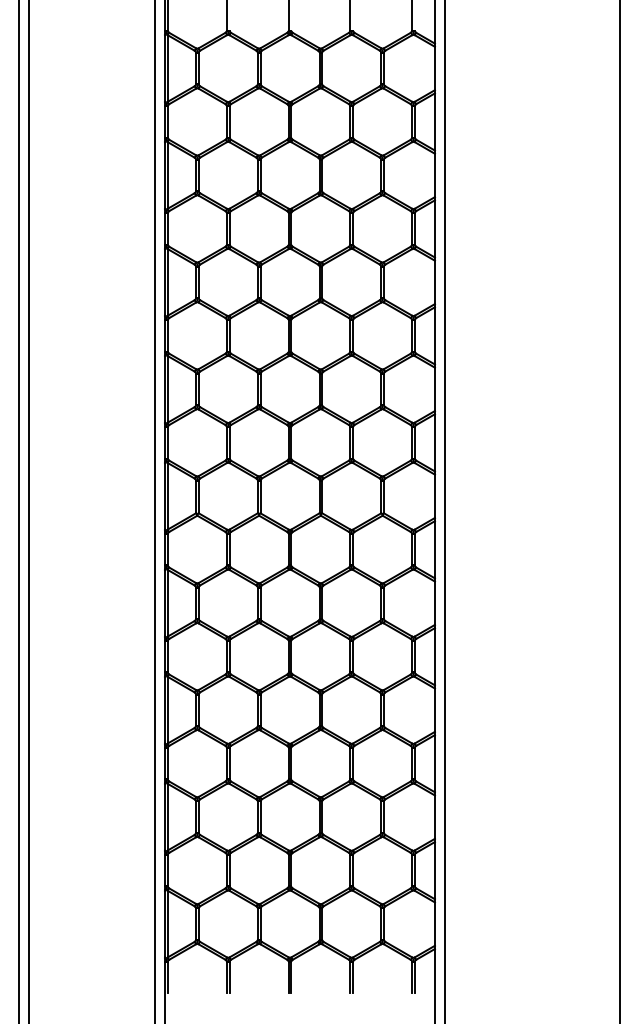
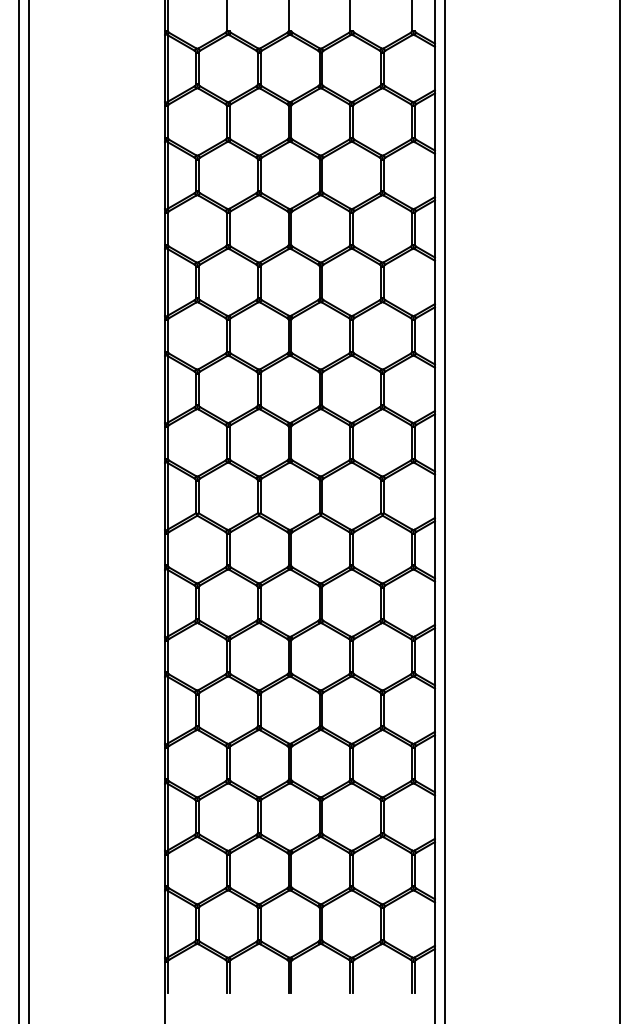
line at (155, 511): present -> none
